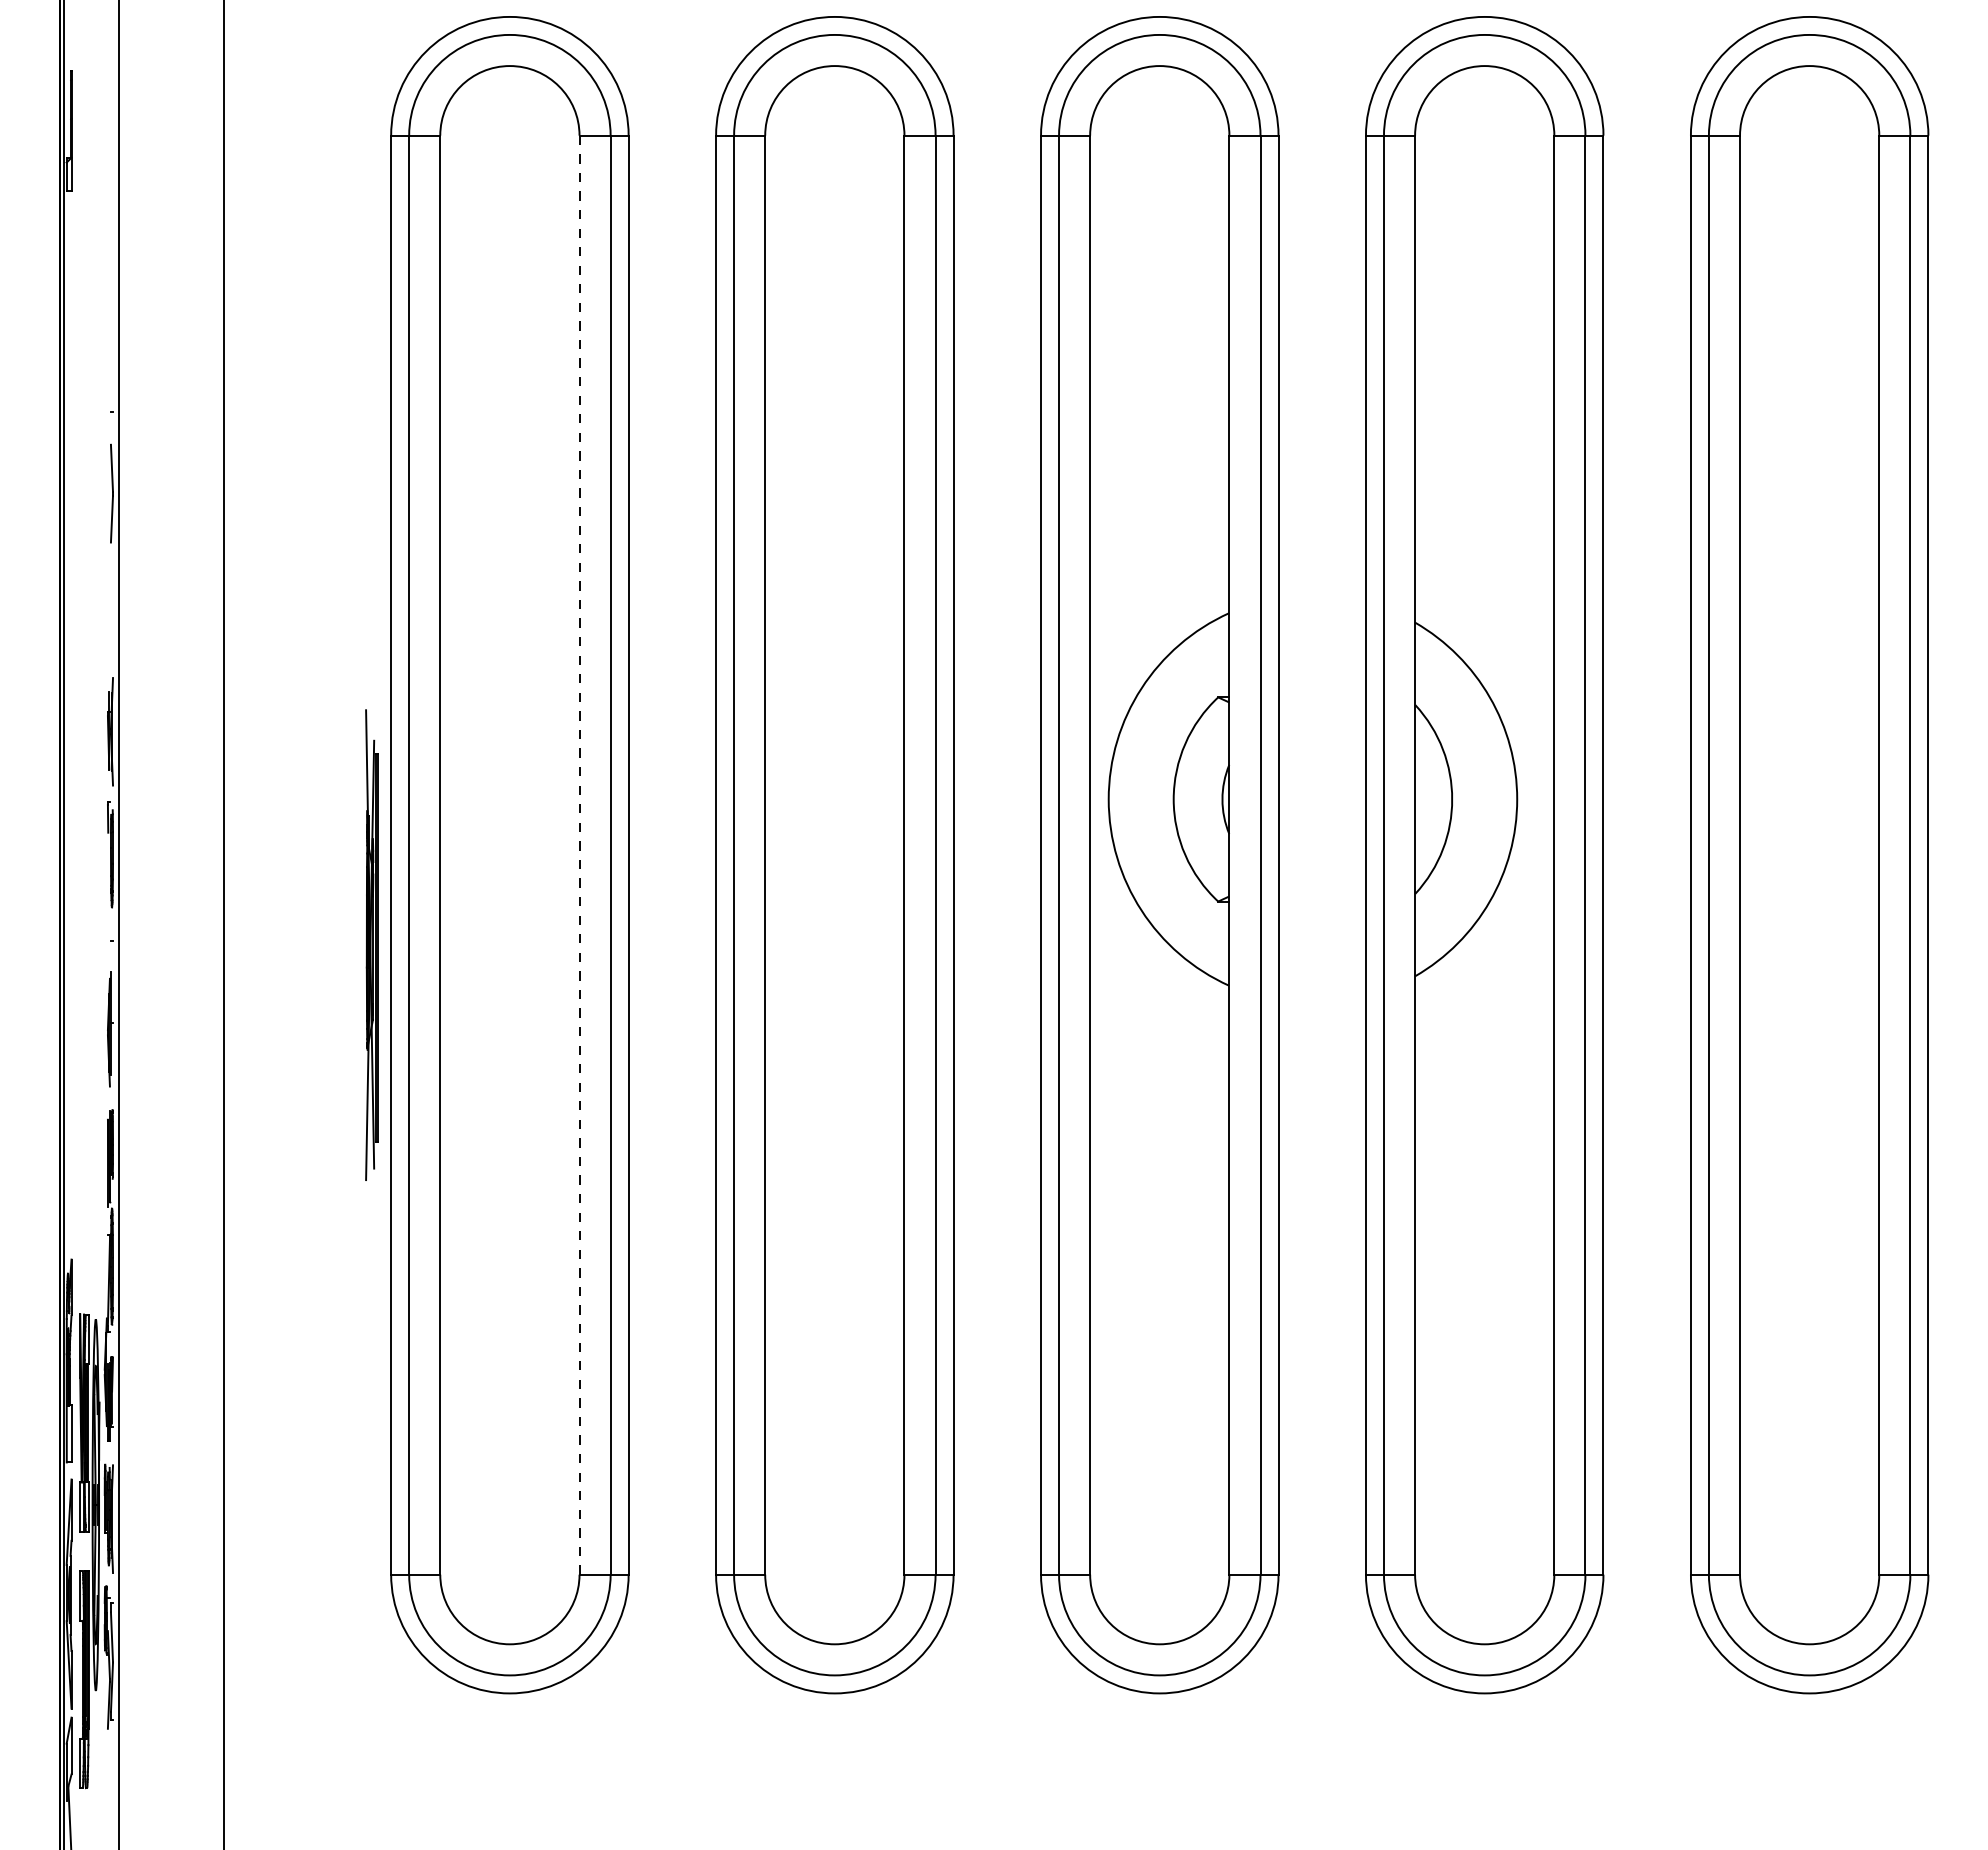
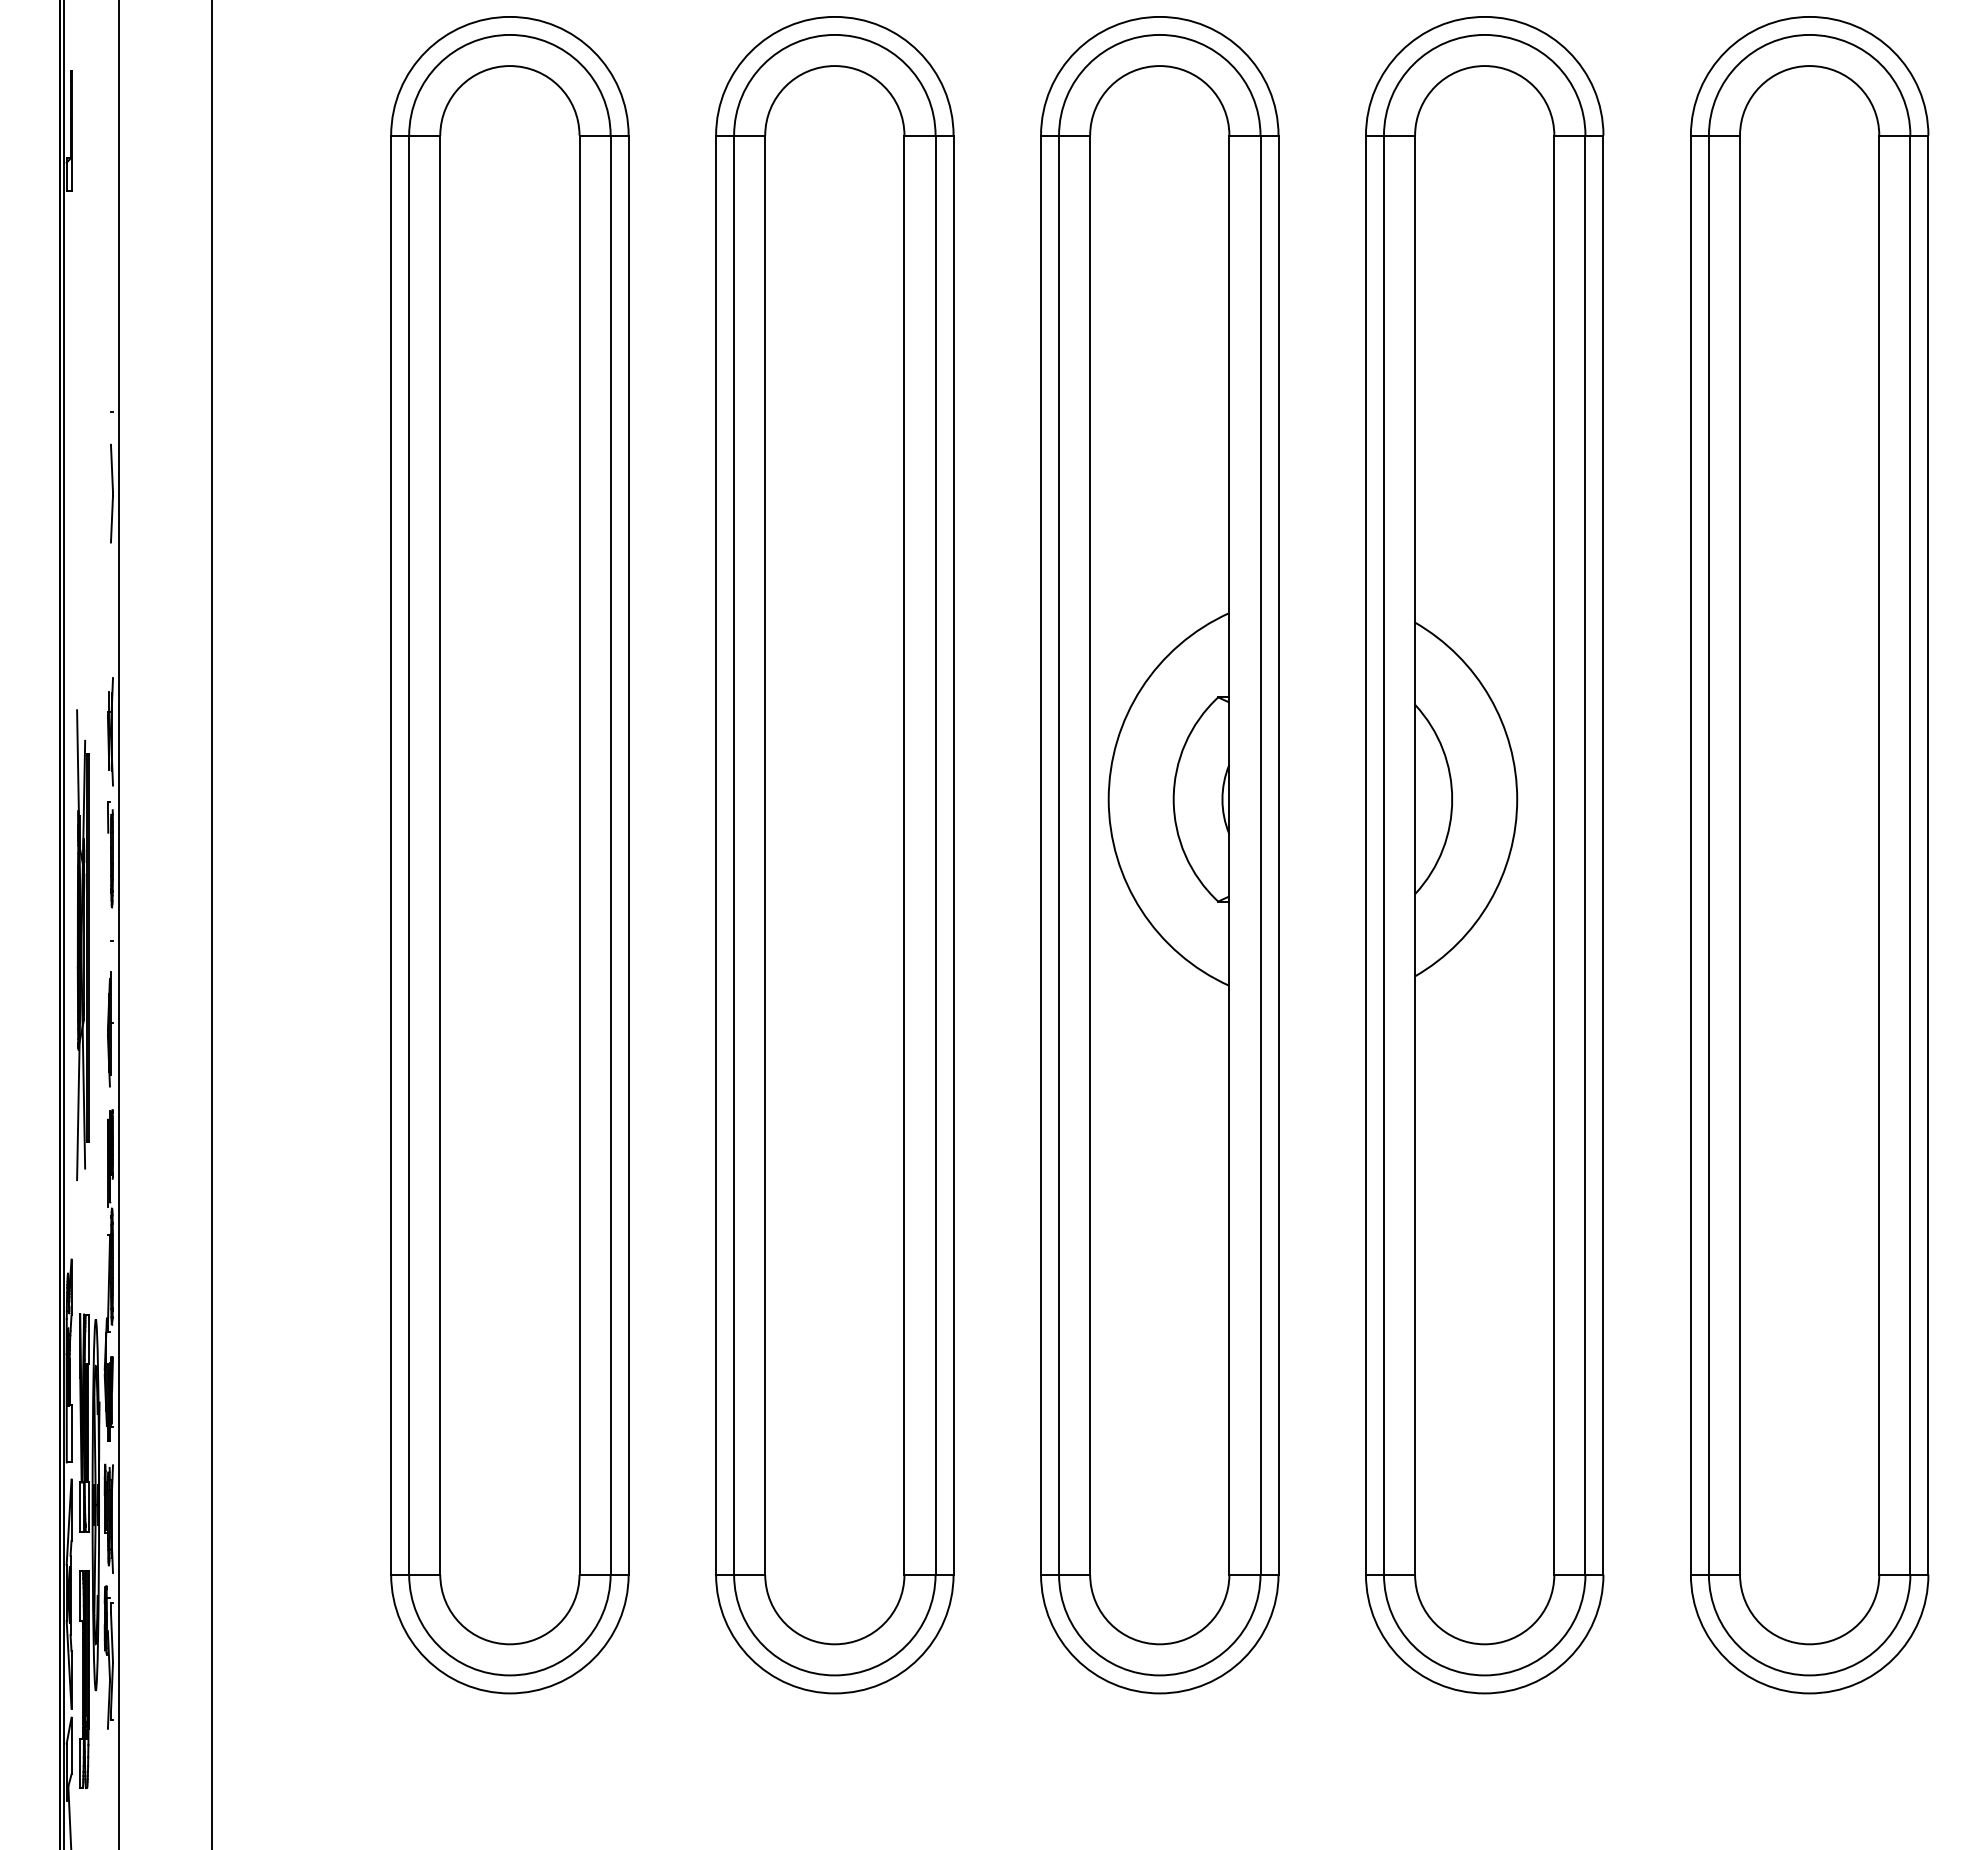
line at (579, 855): dashed -> solid
line at (223, 924) position: (223, 924) -> (211, 924)
part at (371, 944) position: (371, 944) -> (82, 944)
